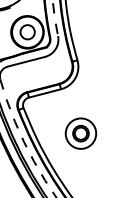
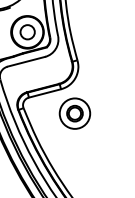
arc at (54, 17): dashed -> solid
part at (80, 133) position: (80, 133) -> (74, 113)
arc at (23, 140): dashed -> solid
